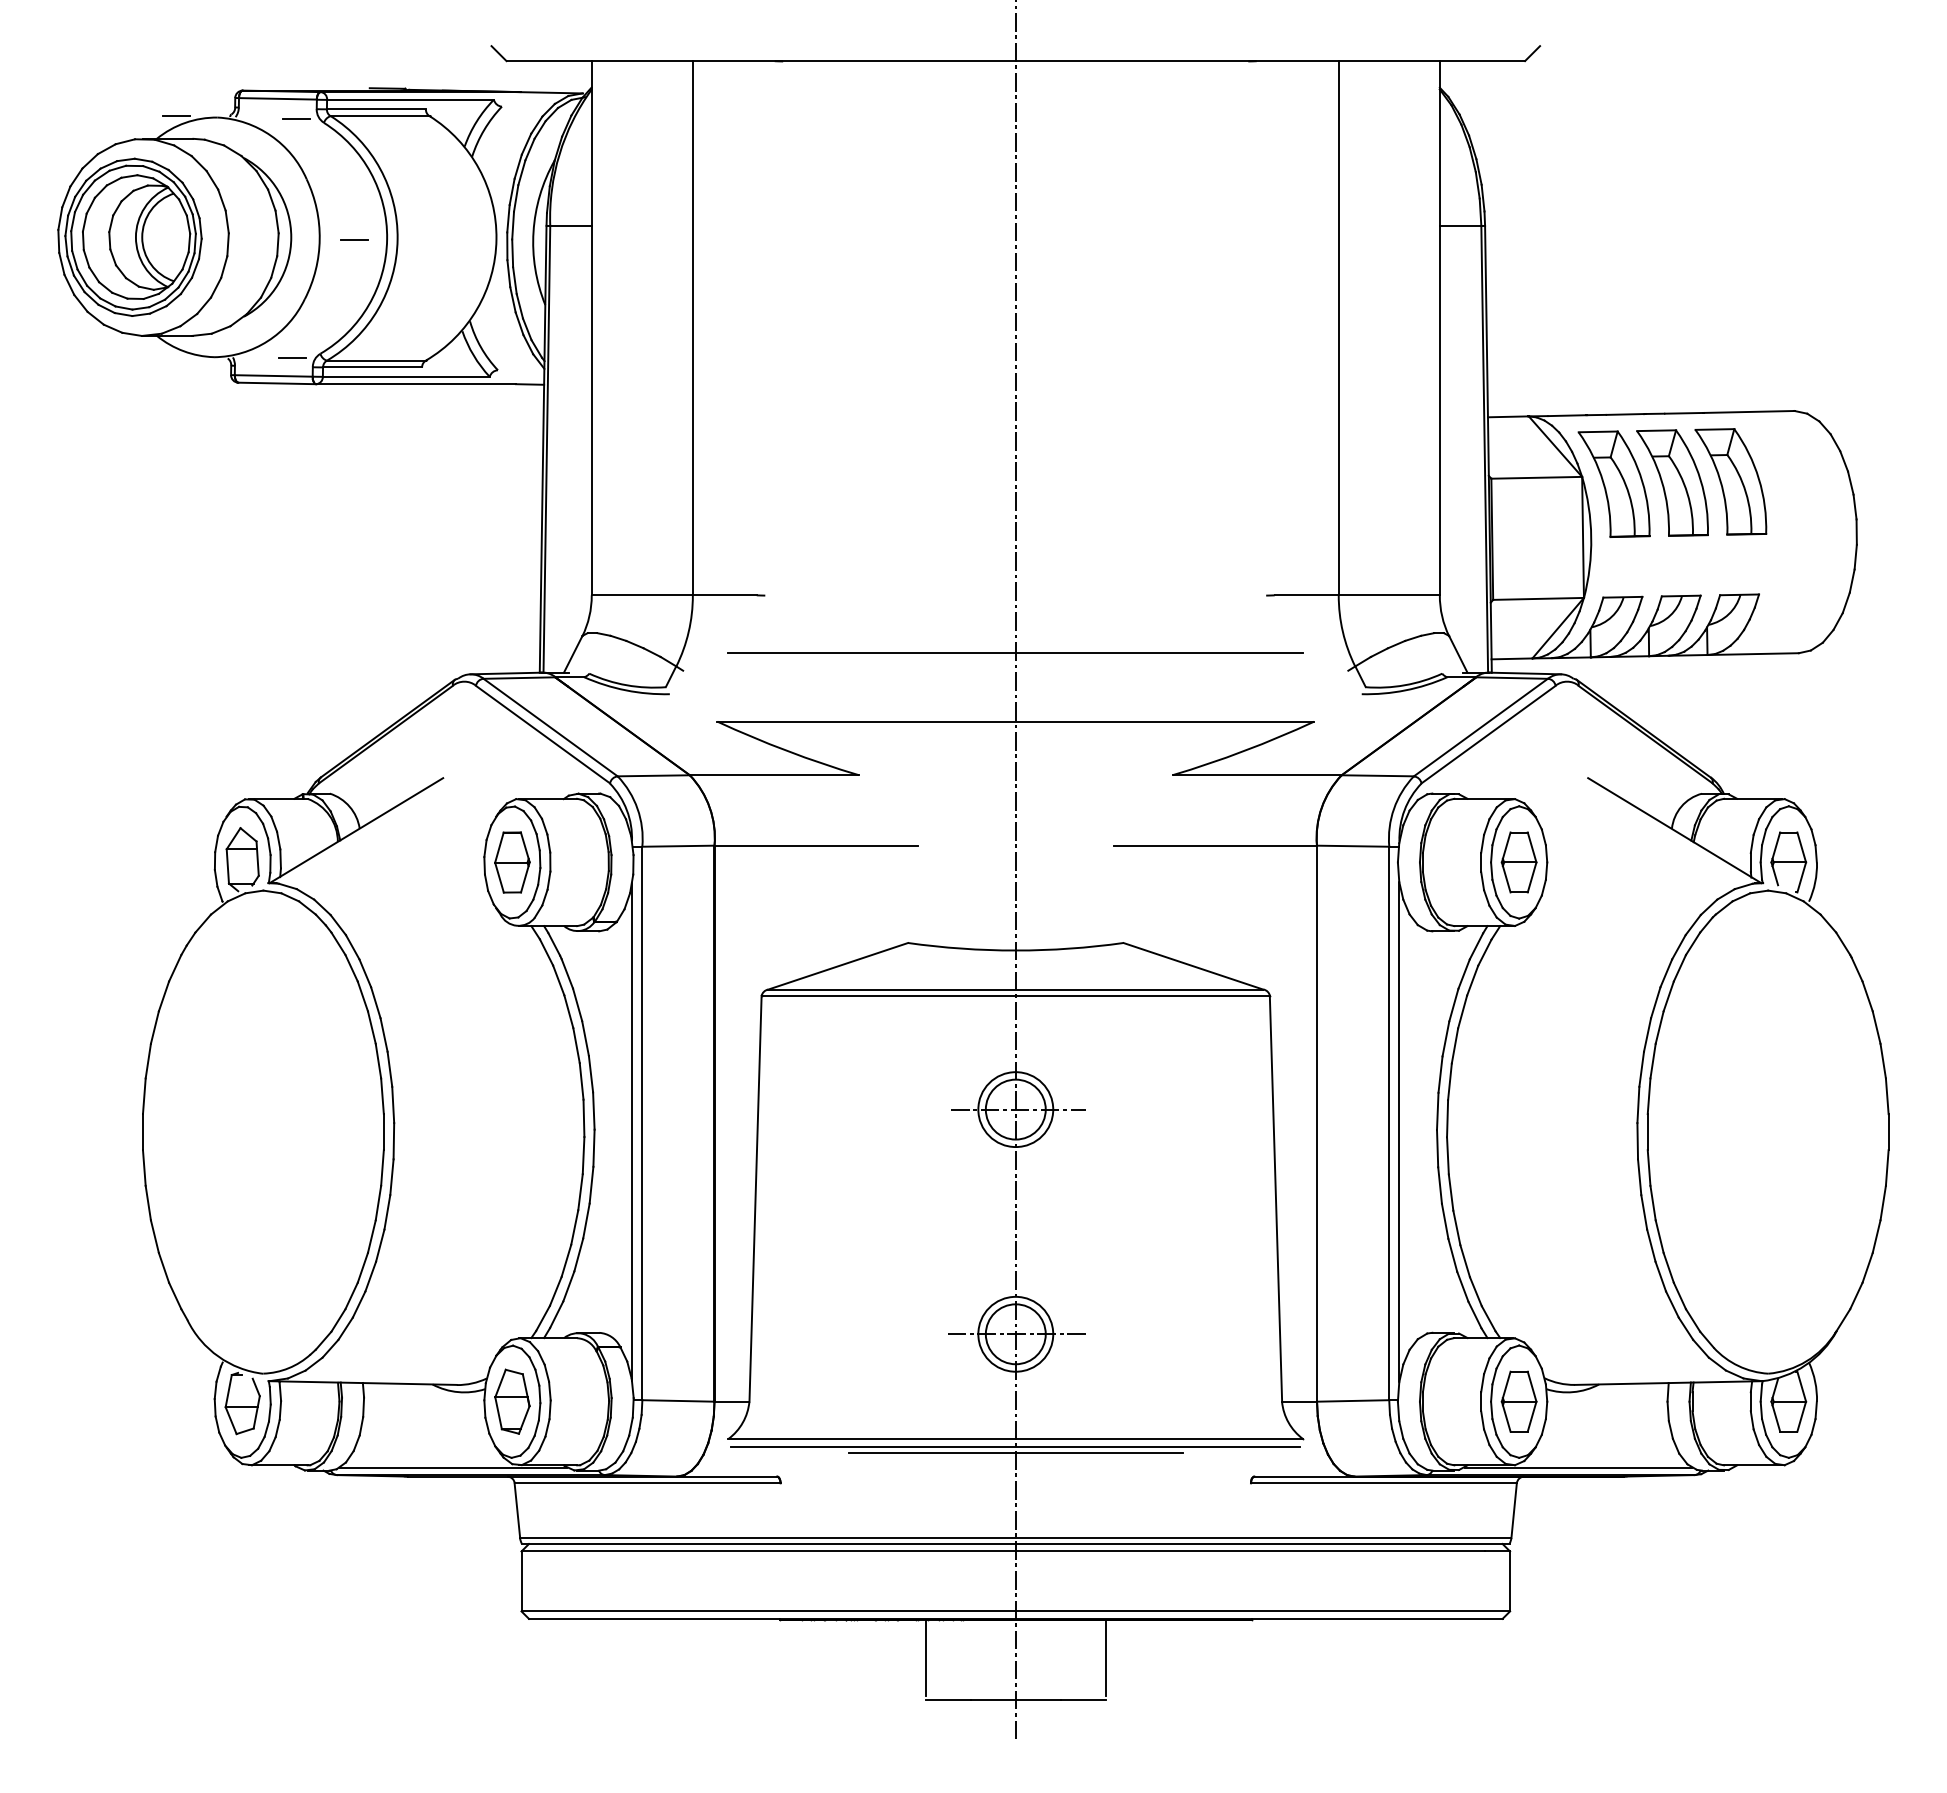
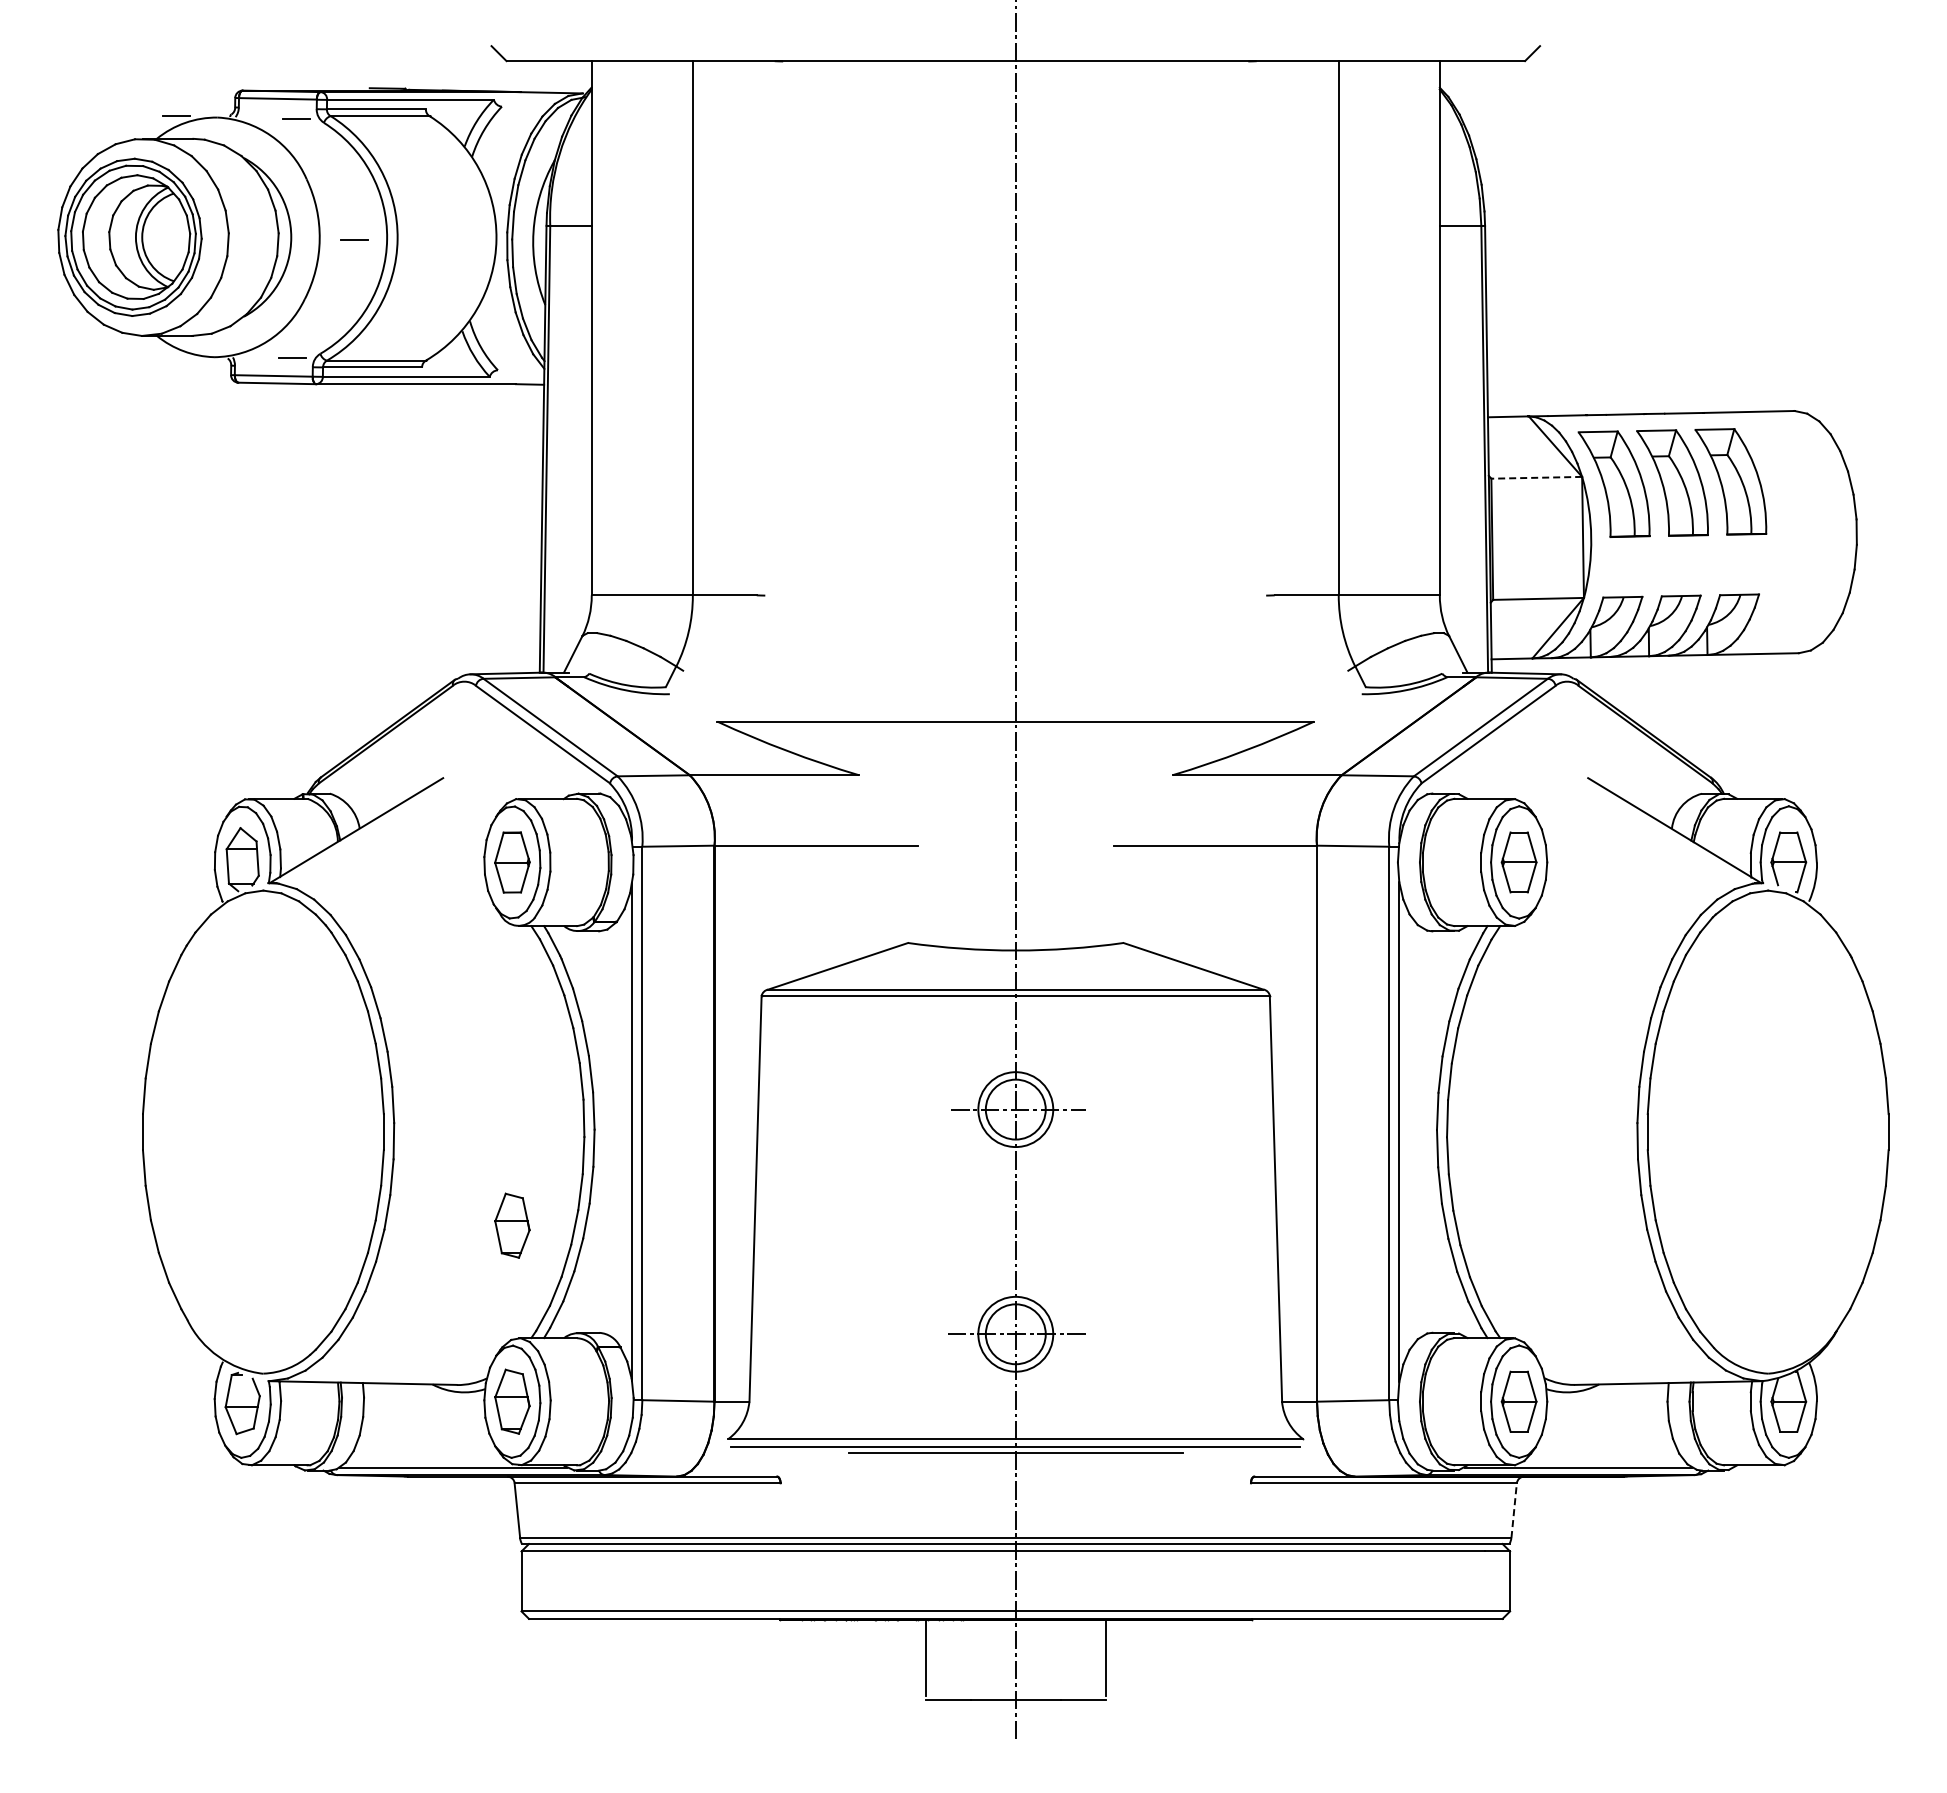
line at (1536, 477): solid -> dashed
line at (1015, 652): present -> none
part at (512, 1225): none -> present
line at (1514, 1510): solid -> dashed
